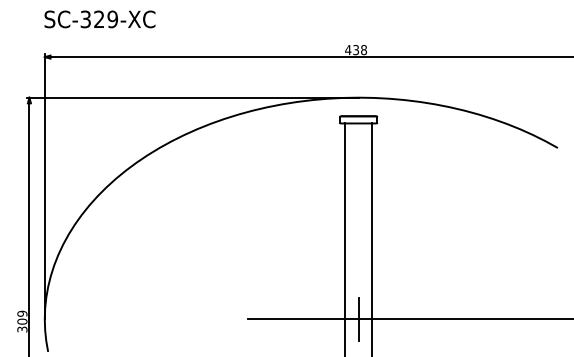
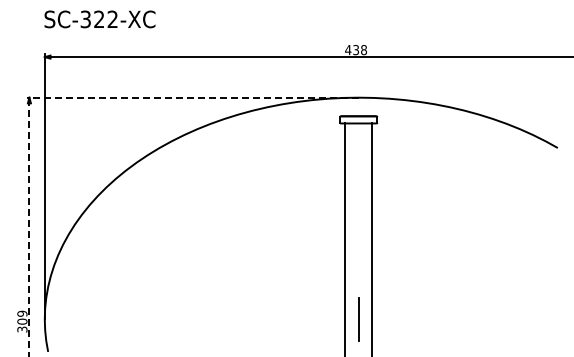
text at (112, 19): SC-329-XC -> SC-322-XC
line at (192, 97): solid -> dashed
line at (29, 229): solid -> dashed
line at (408, 319): present -> none
